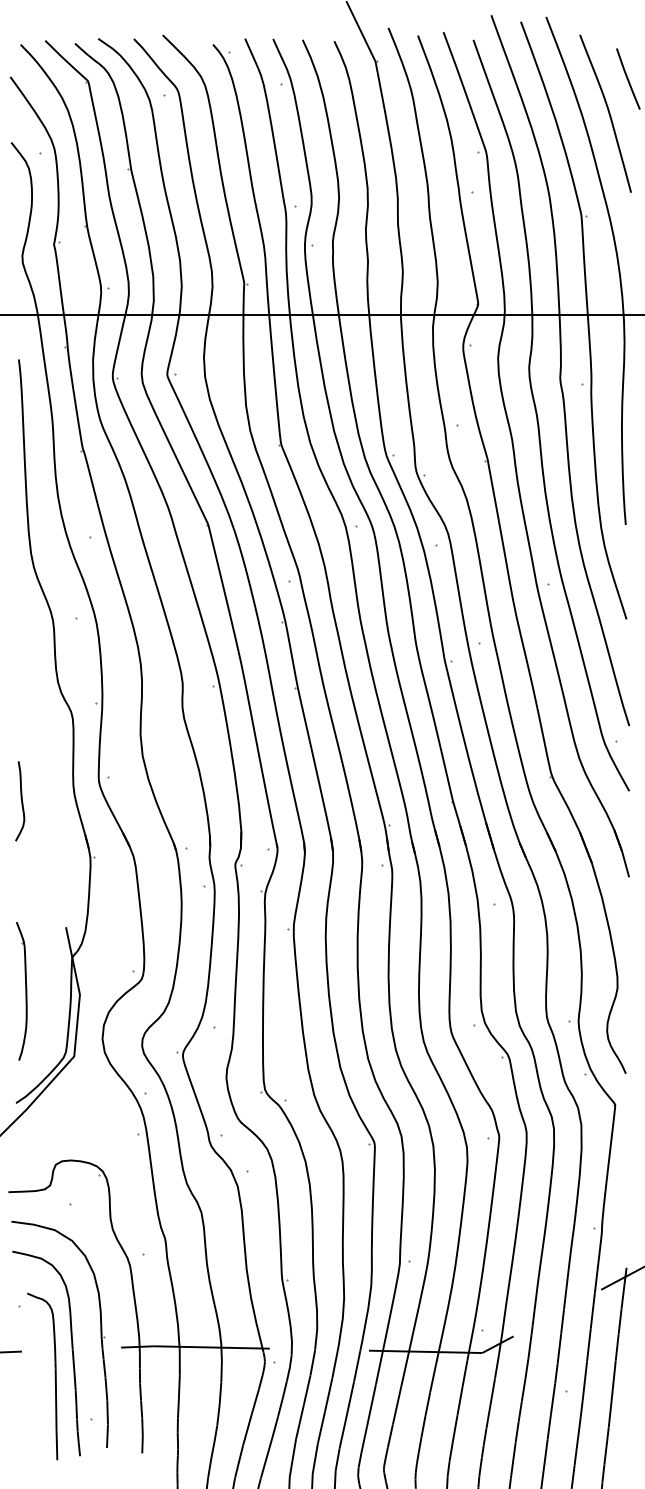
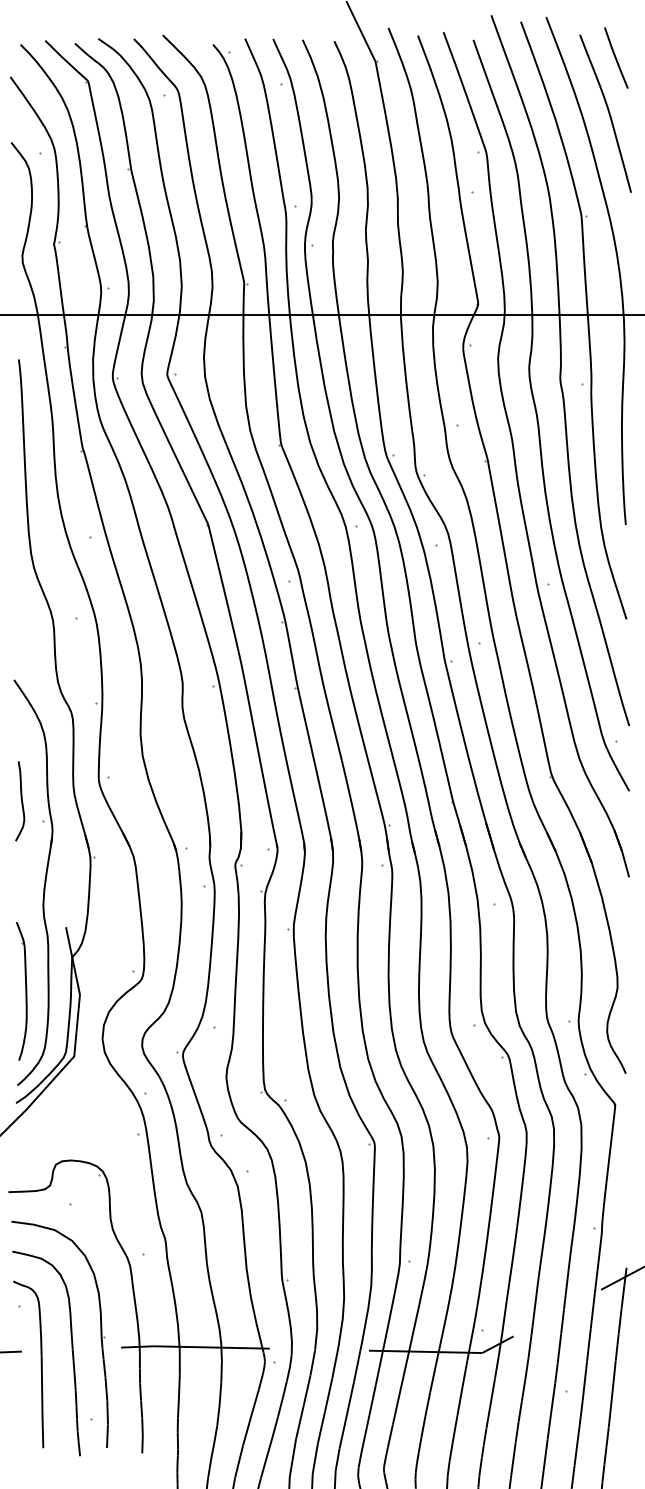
line at (628, 78) position: (628, 78) -> (616, 57)
part at (43, 886): none -> present
part at (54, 1376) position: (54, 1376) -> (40, 1364)
